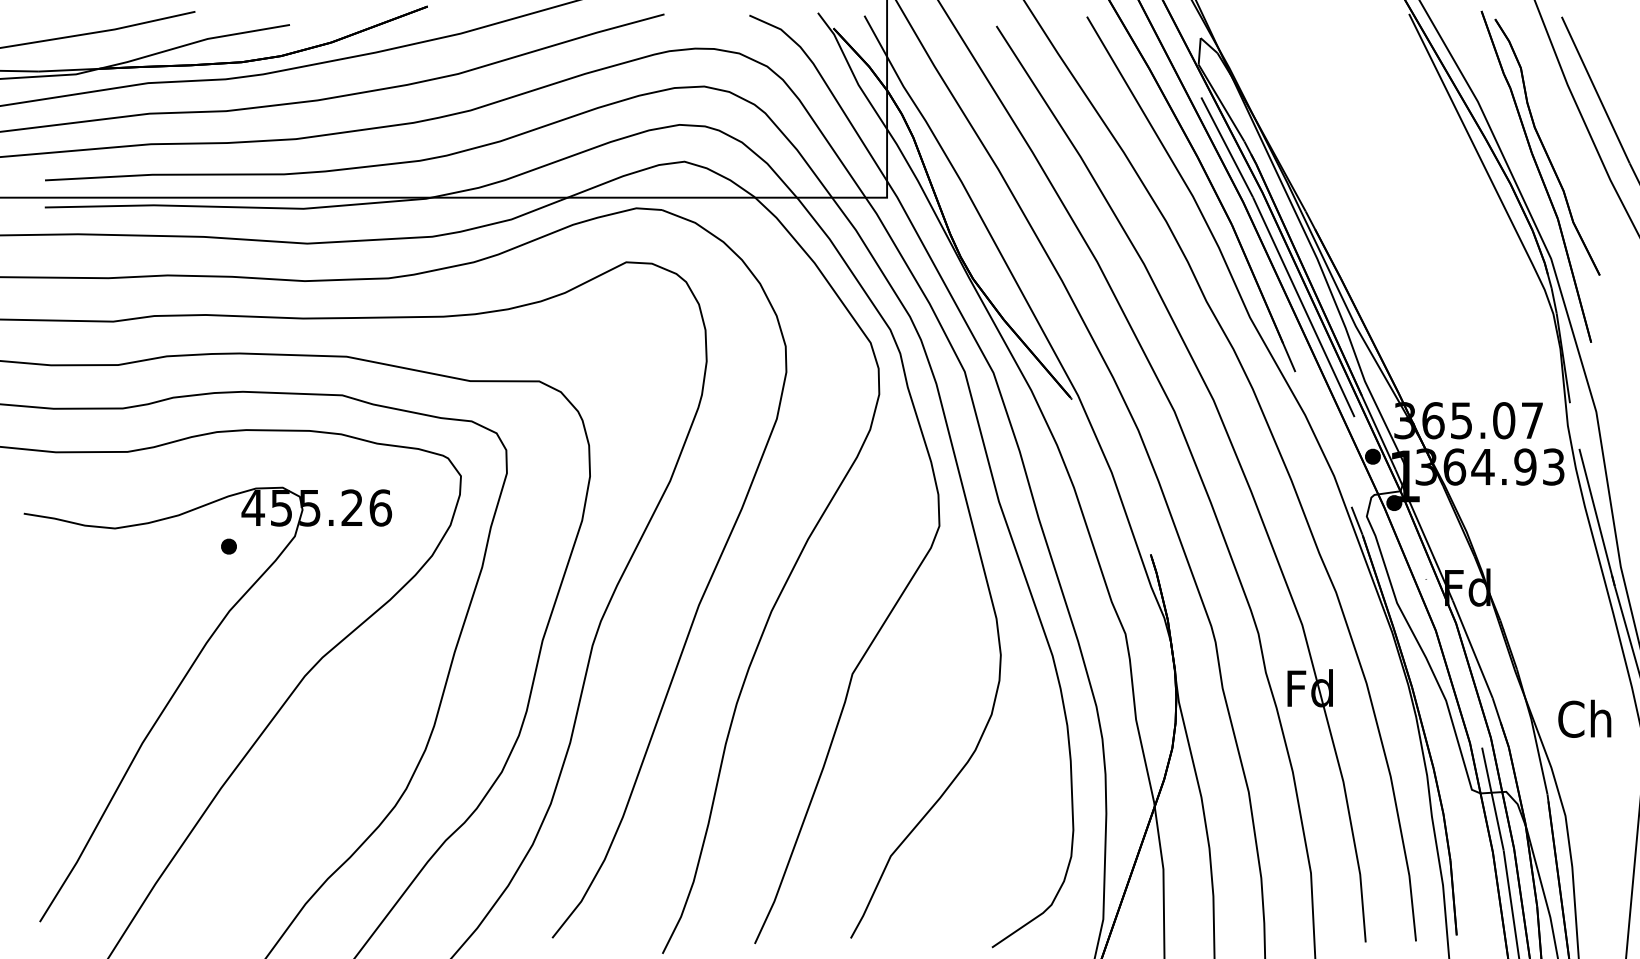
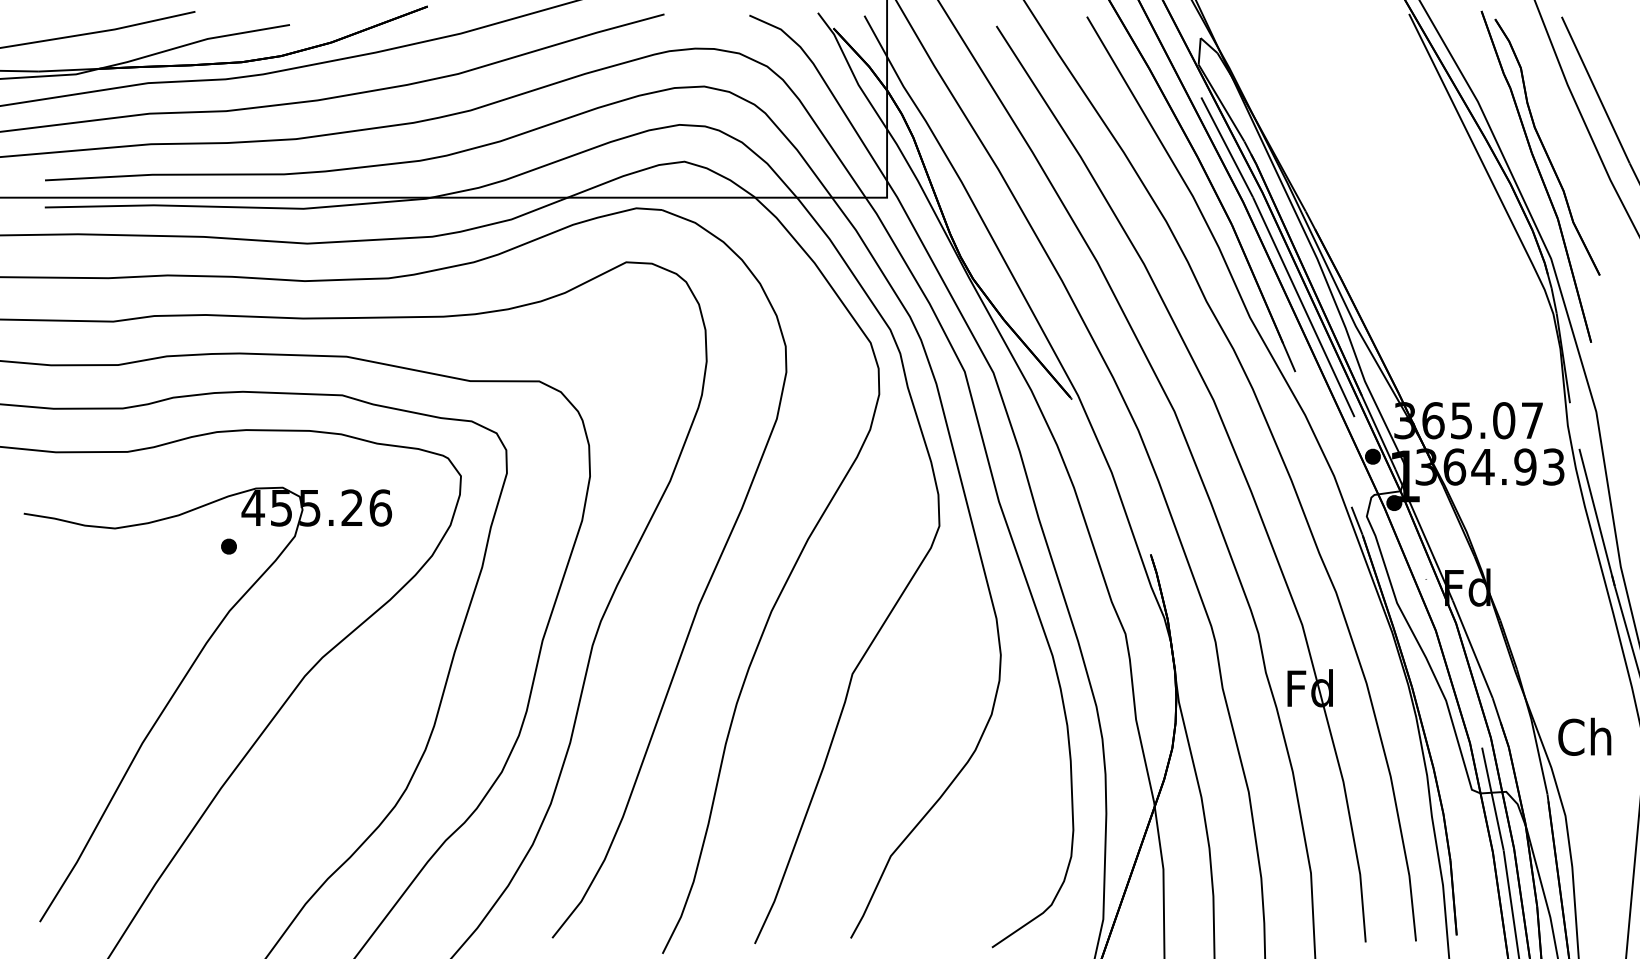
text at (1584, 718) position: (1584, 718) -> (1584, 736)
